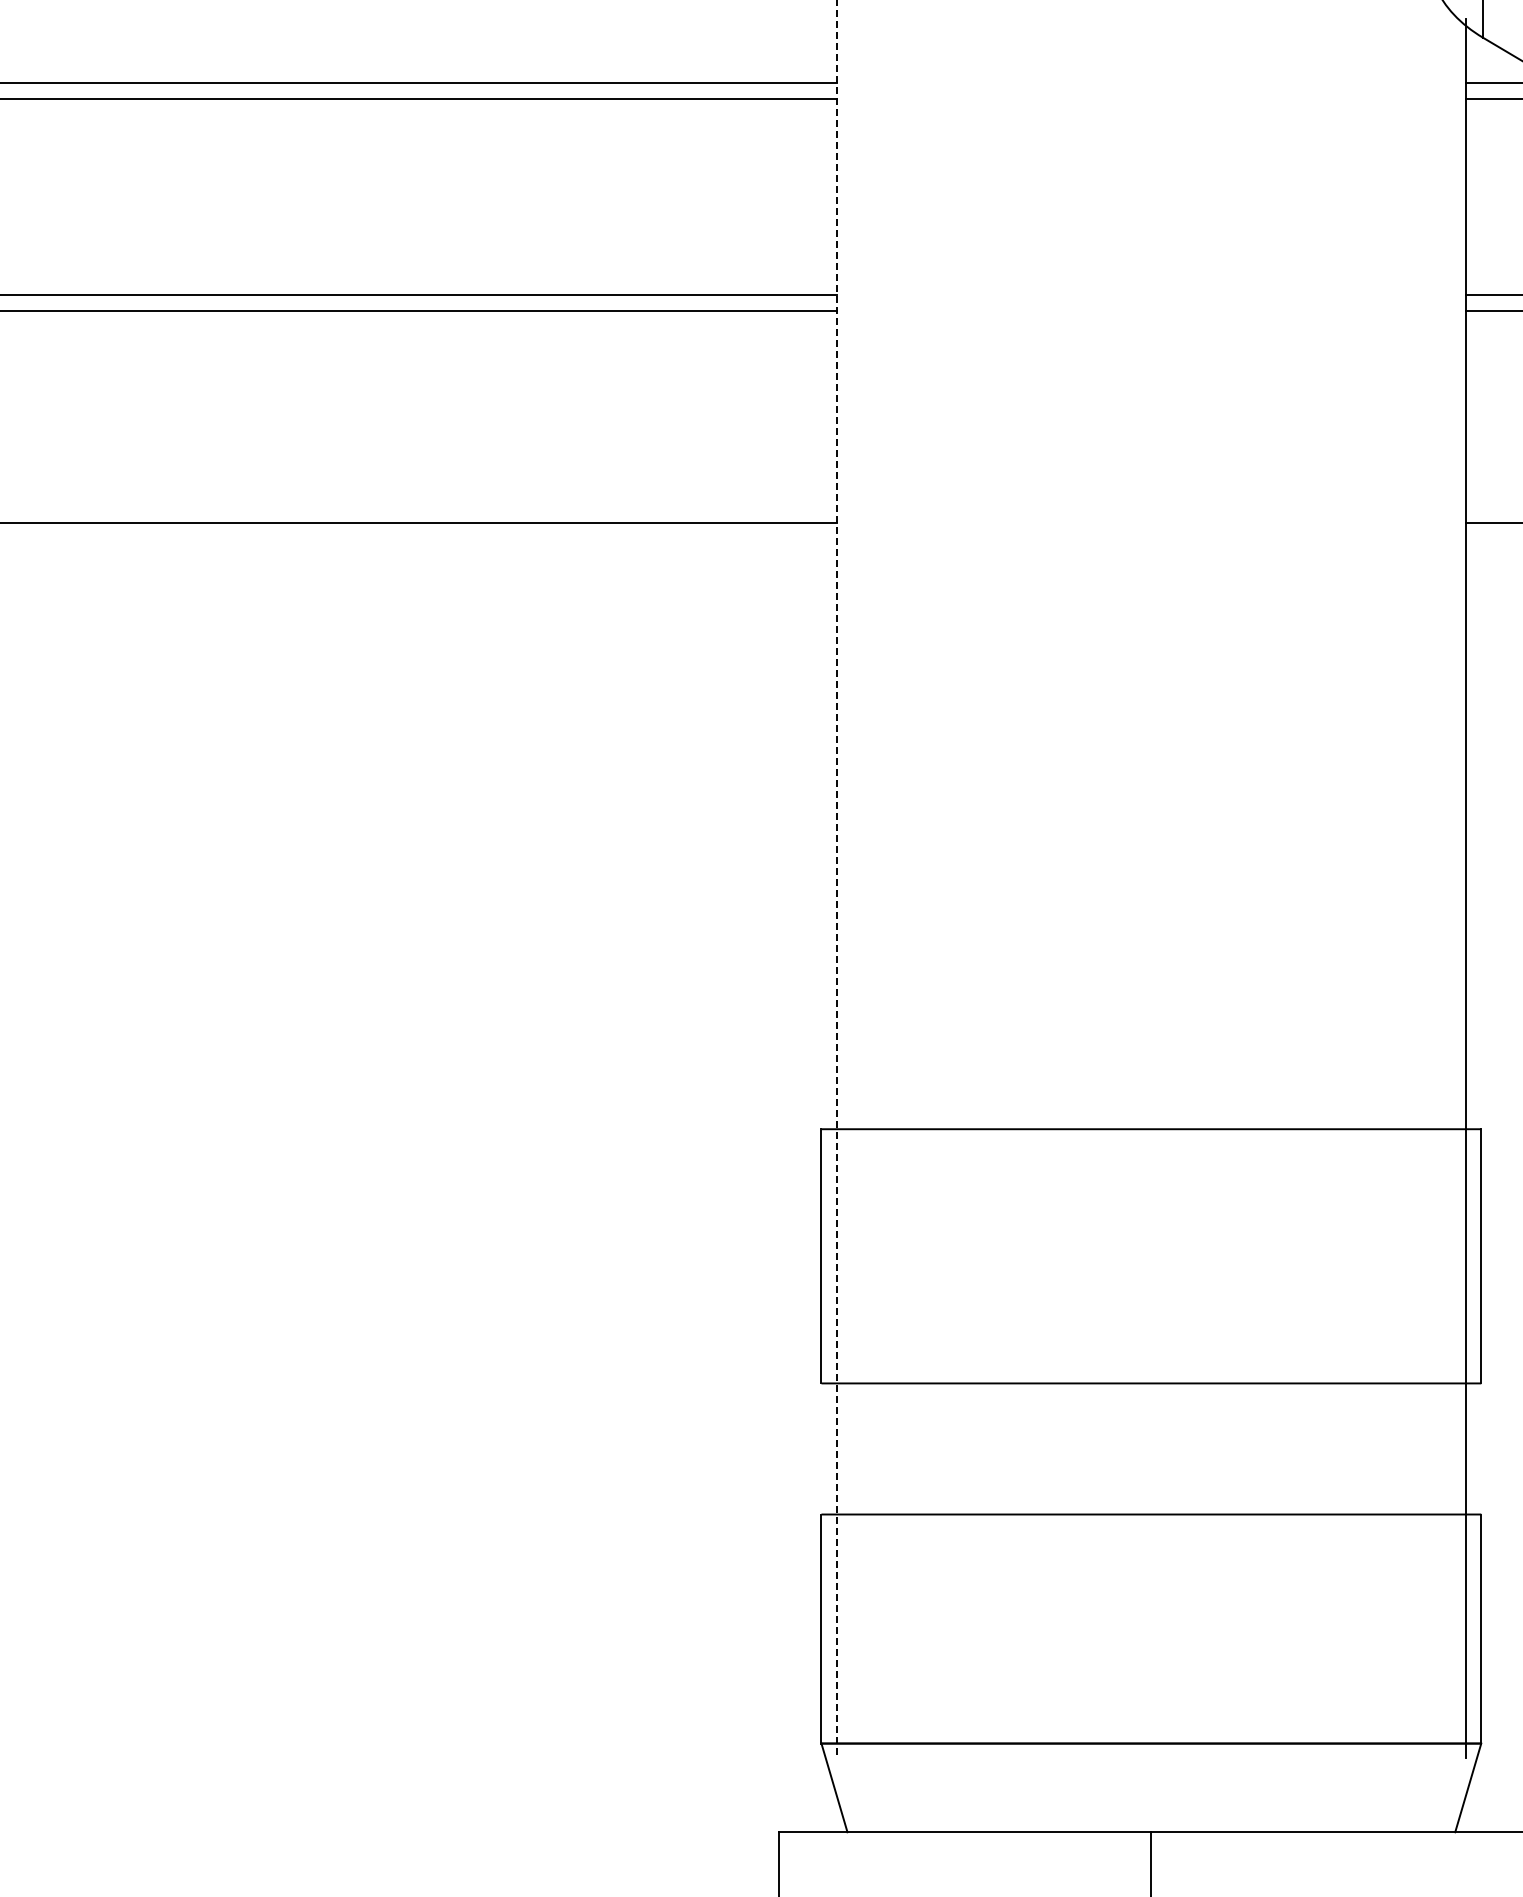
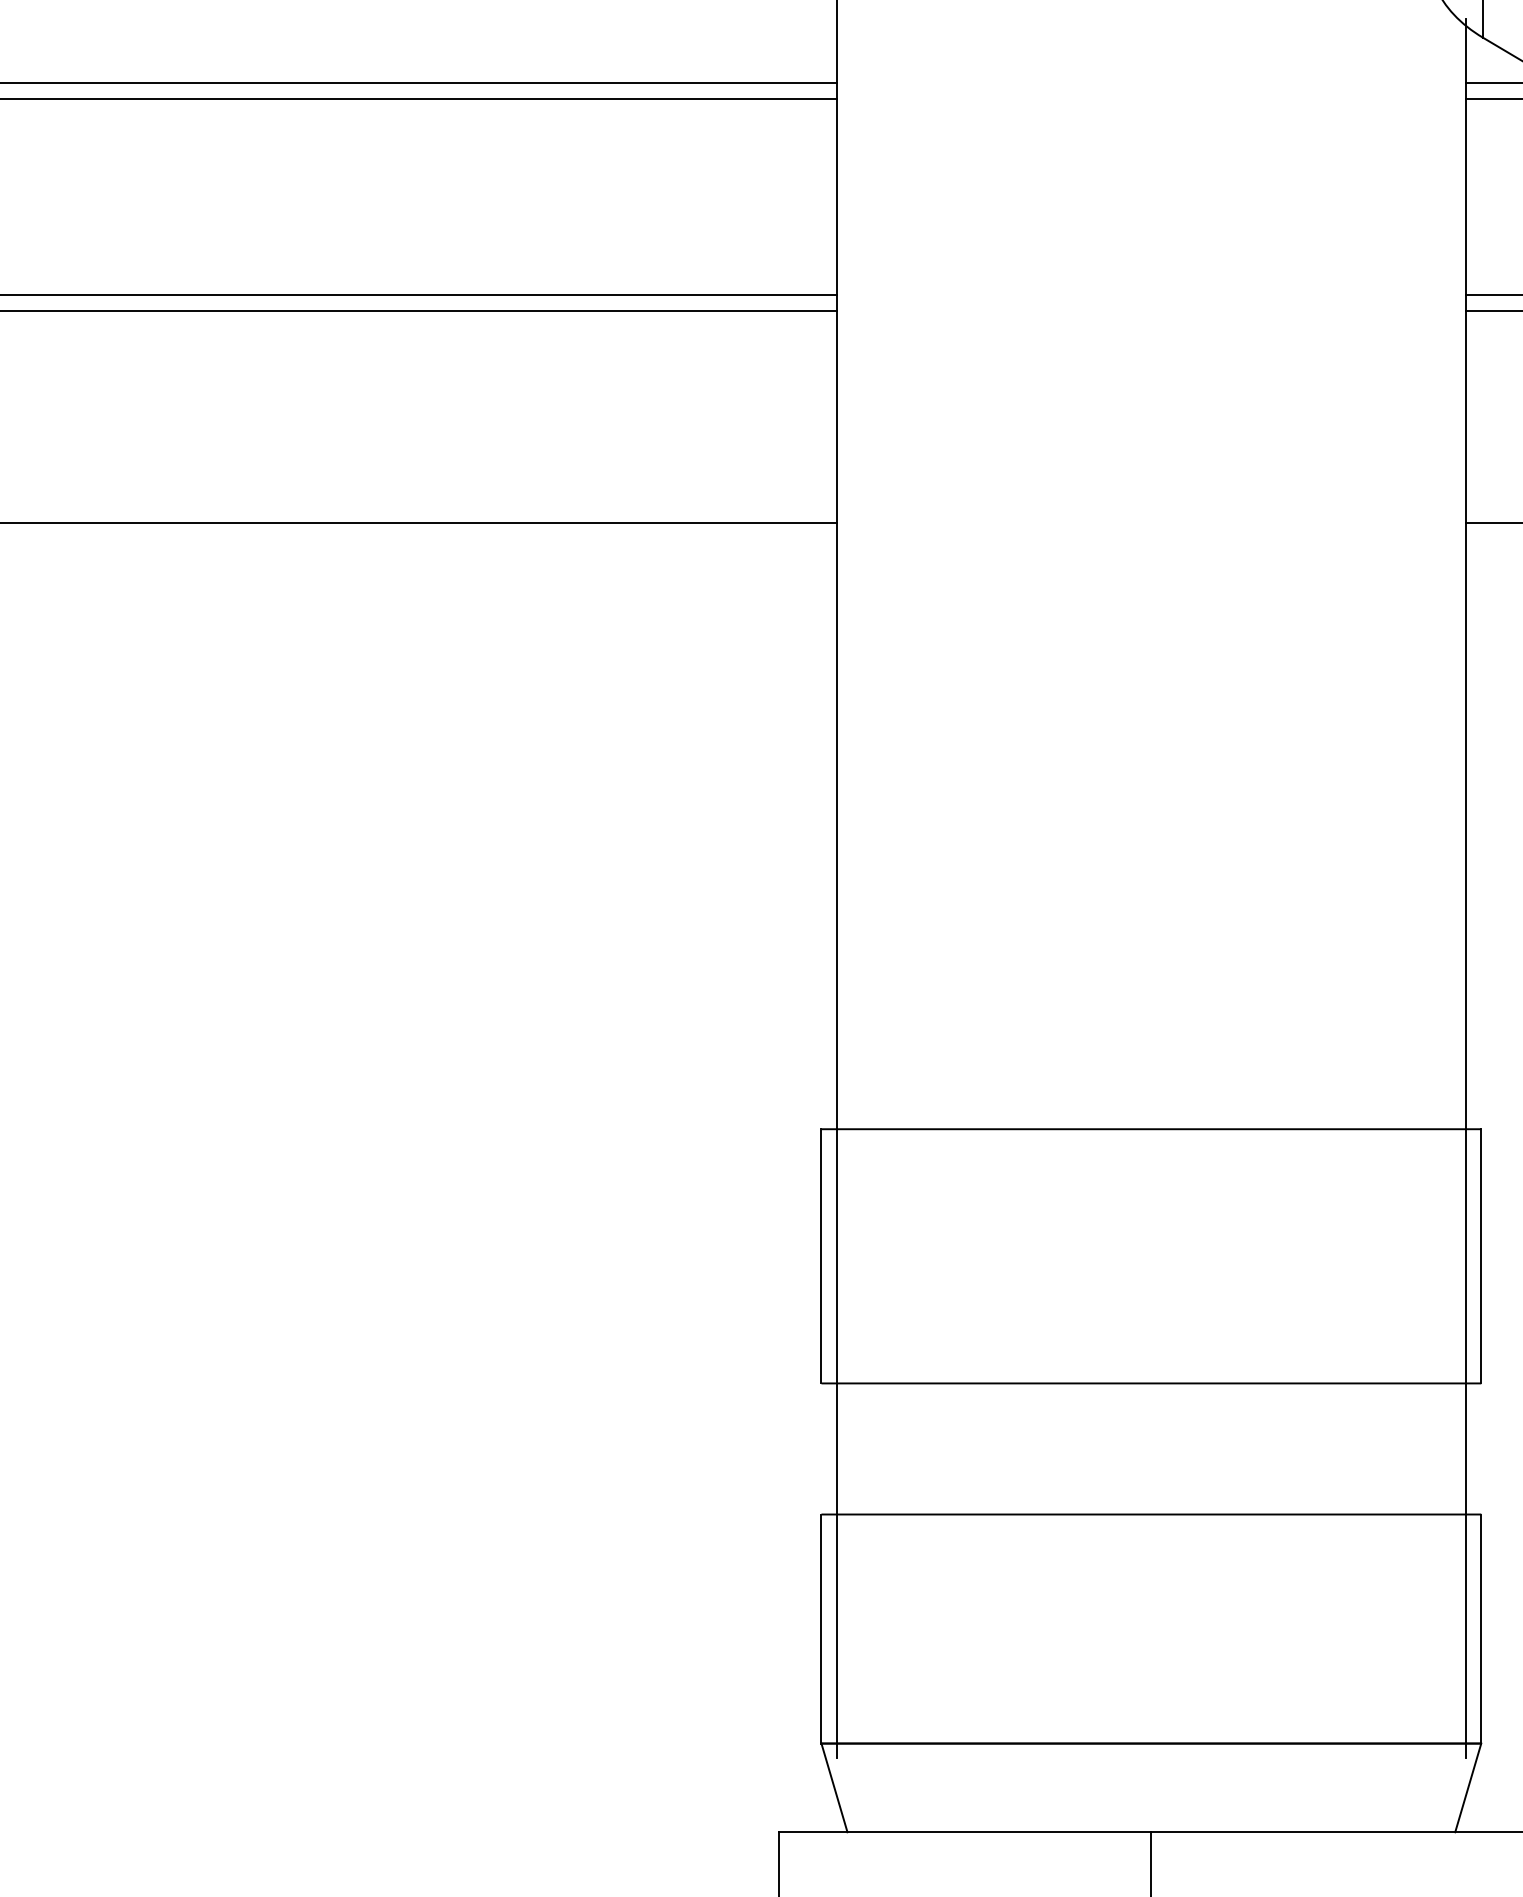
line at (836, 879): dashed -> solid
